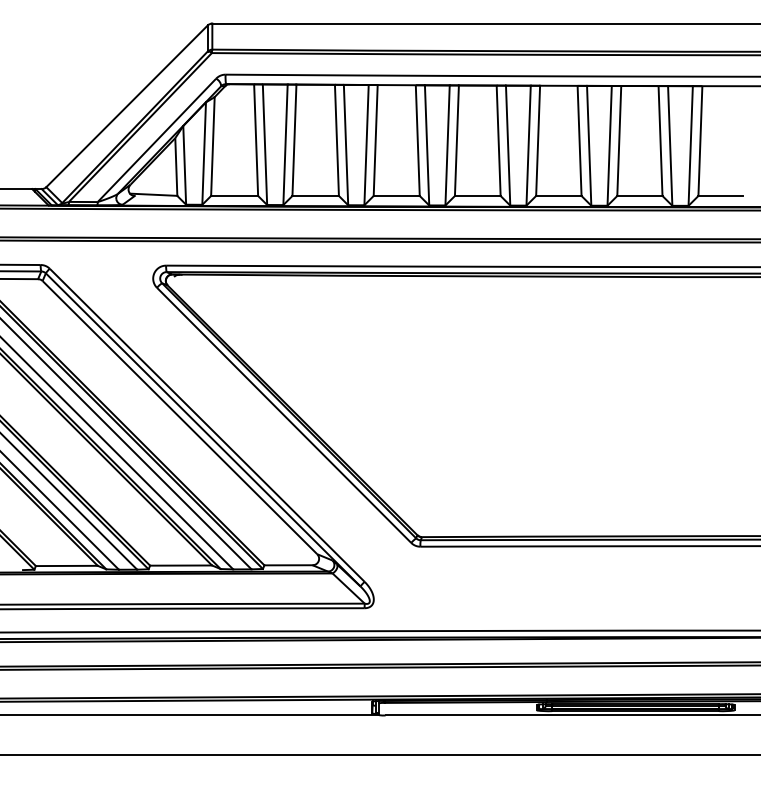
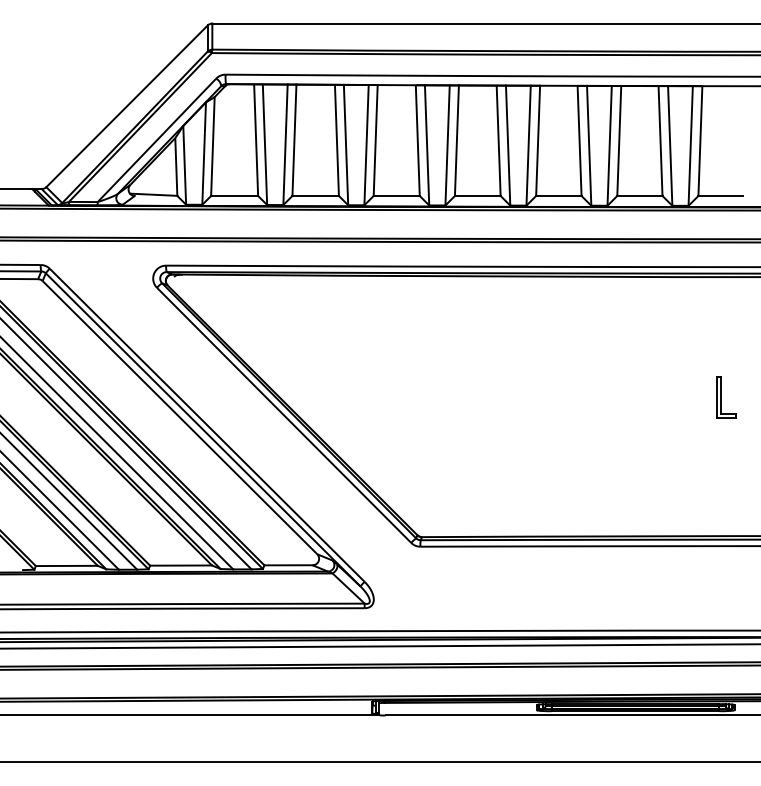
part at (726, 397): none -> present
line at (379, 646): none -> present
line at (379, 755) position: (379, 755) -> (379, 762)
